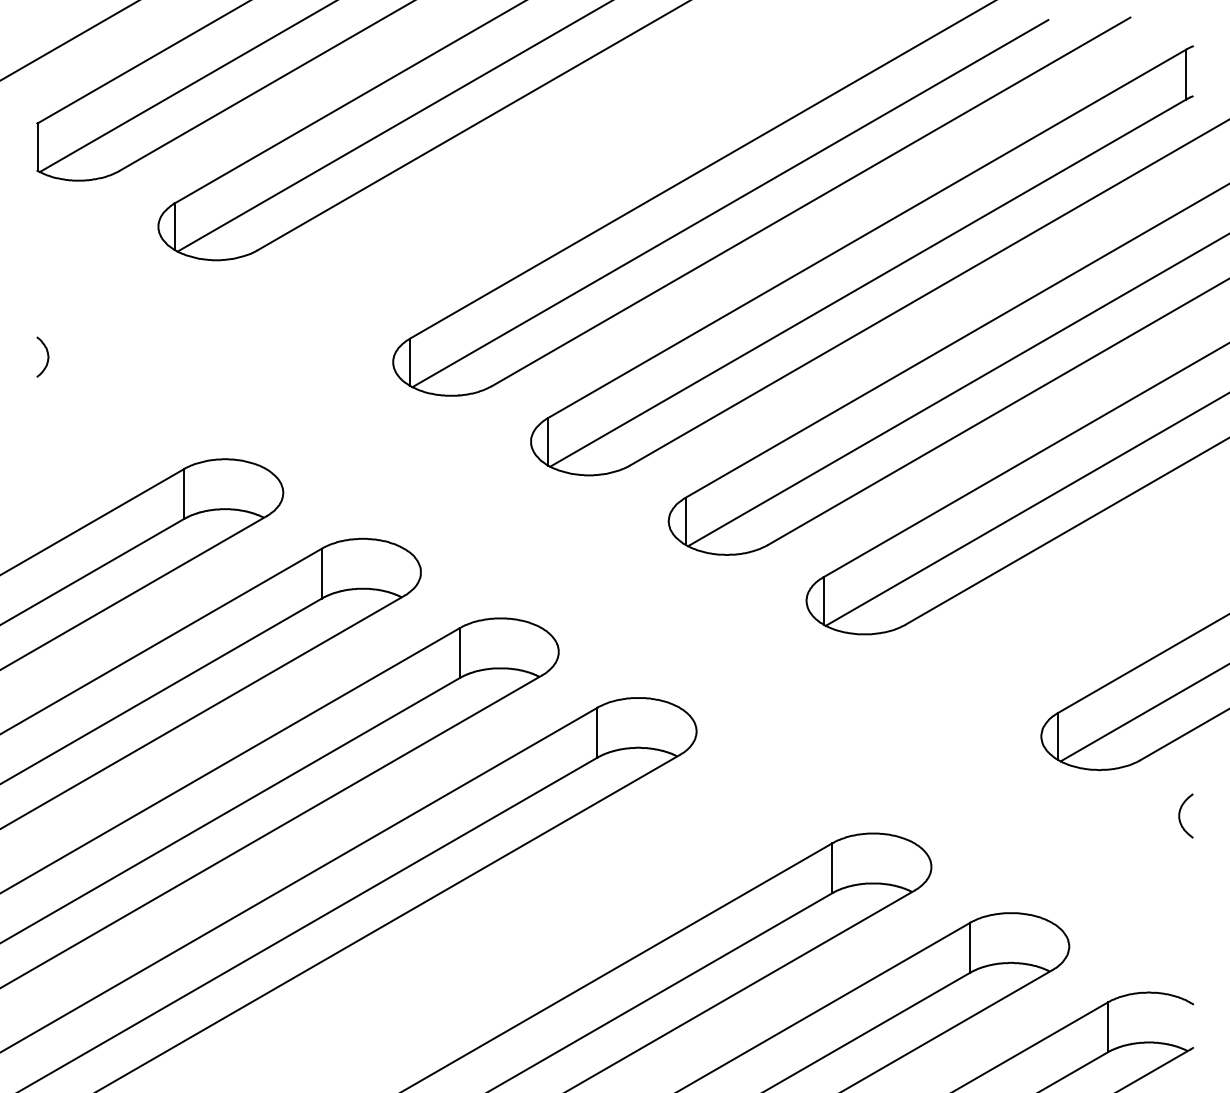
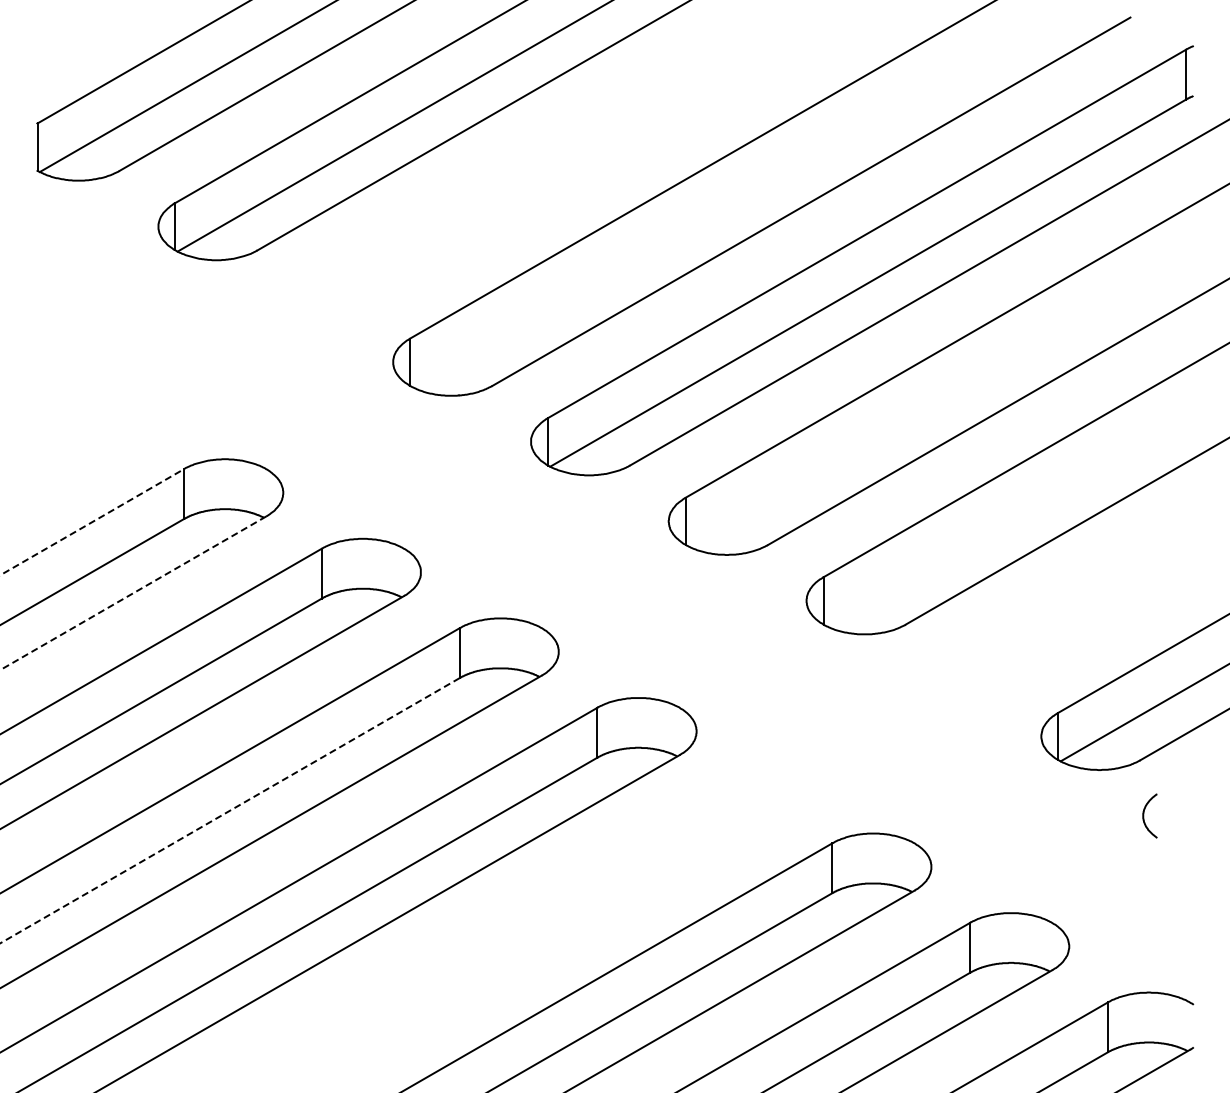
line at (69, 40): present -> none
line at (730, 203): present -> none
curve at (47, 356): present -> none
line at (957, 390): present -> none
line at (1025, 509): present -> none
line at (92, 522): solid -> dashed
line at (132, 593): solid -> dashed
line at (229, 810): solid -> dashed
curve at (1180, 815) position: (1180, 815) -> (1144, 815)
